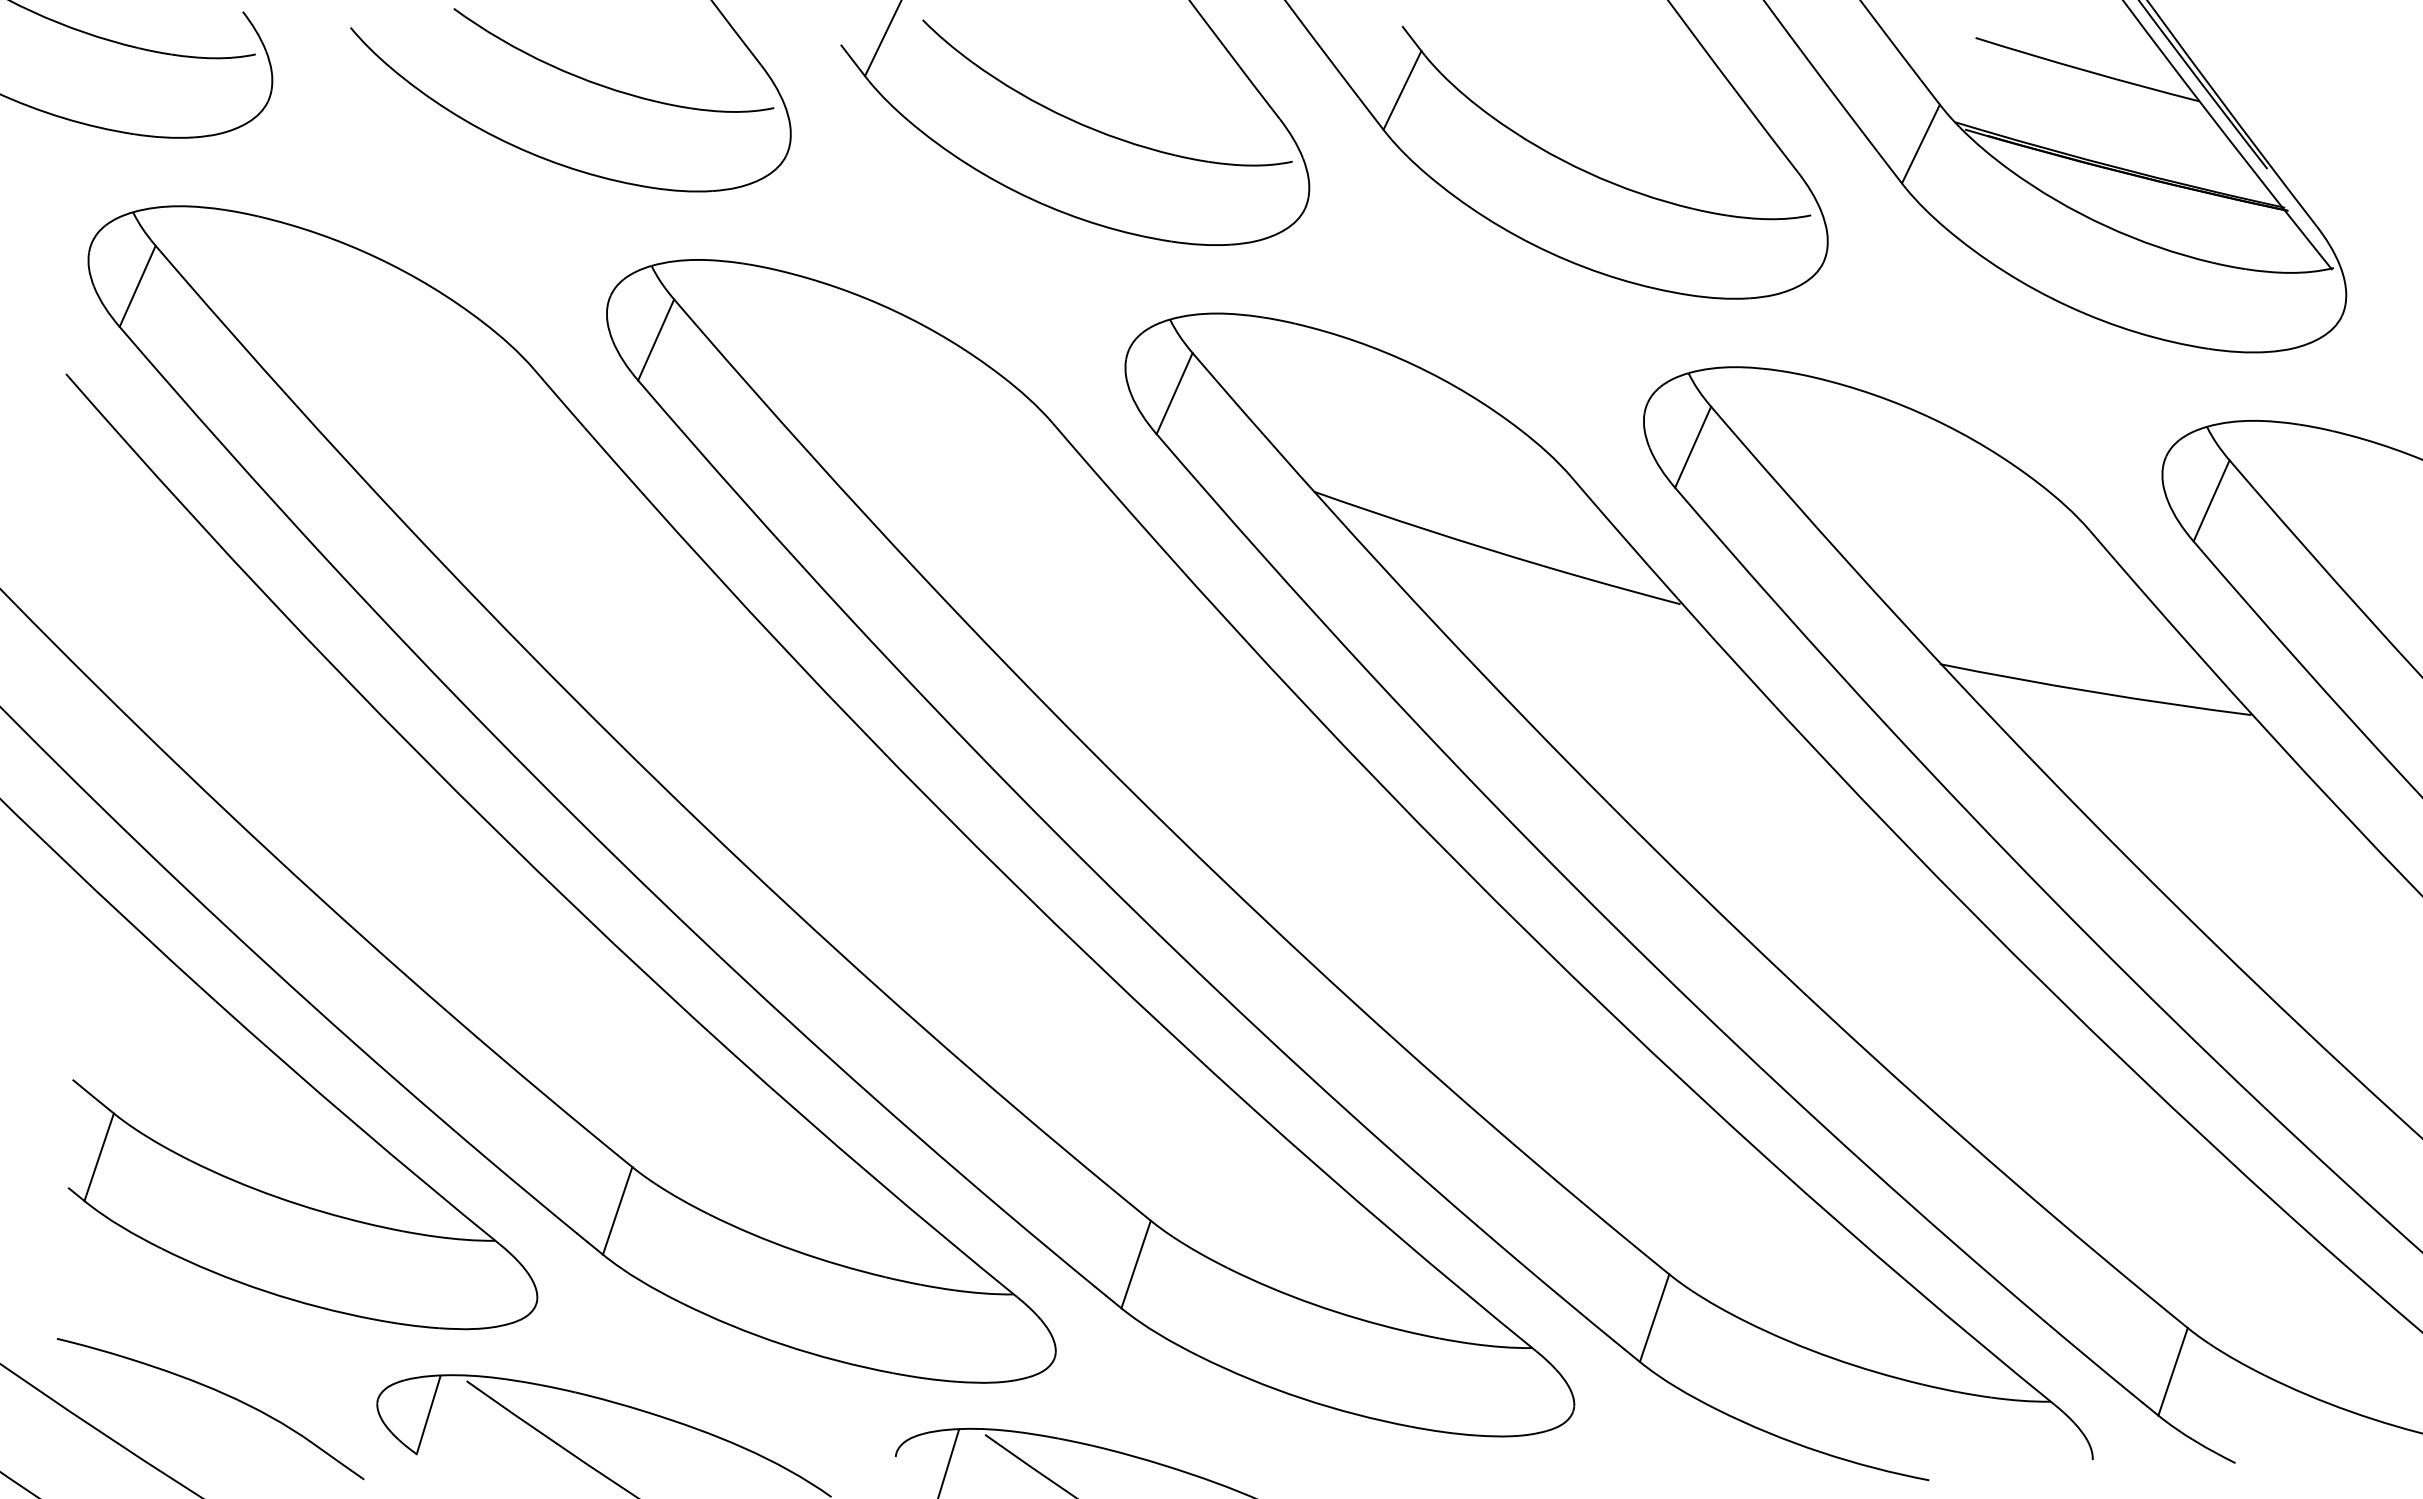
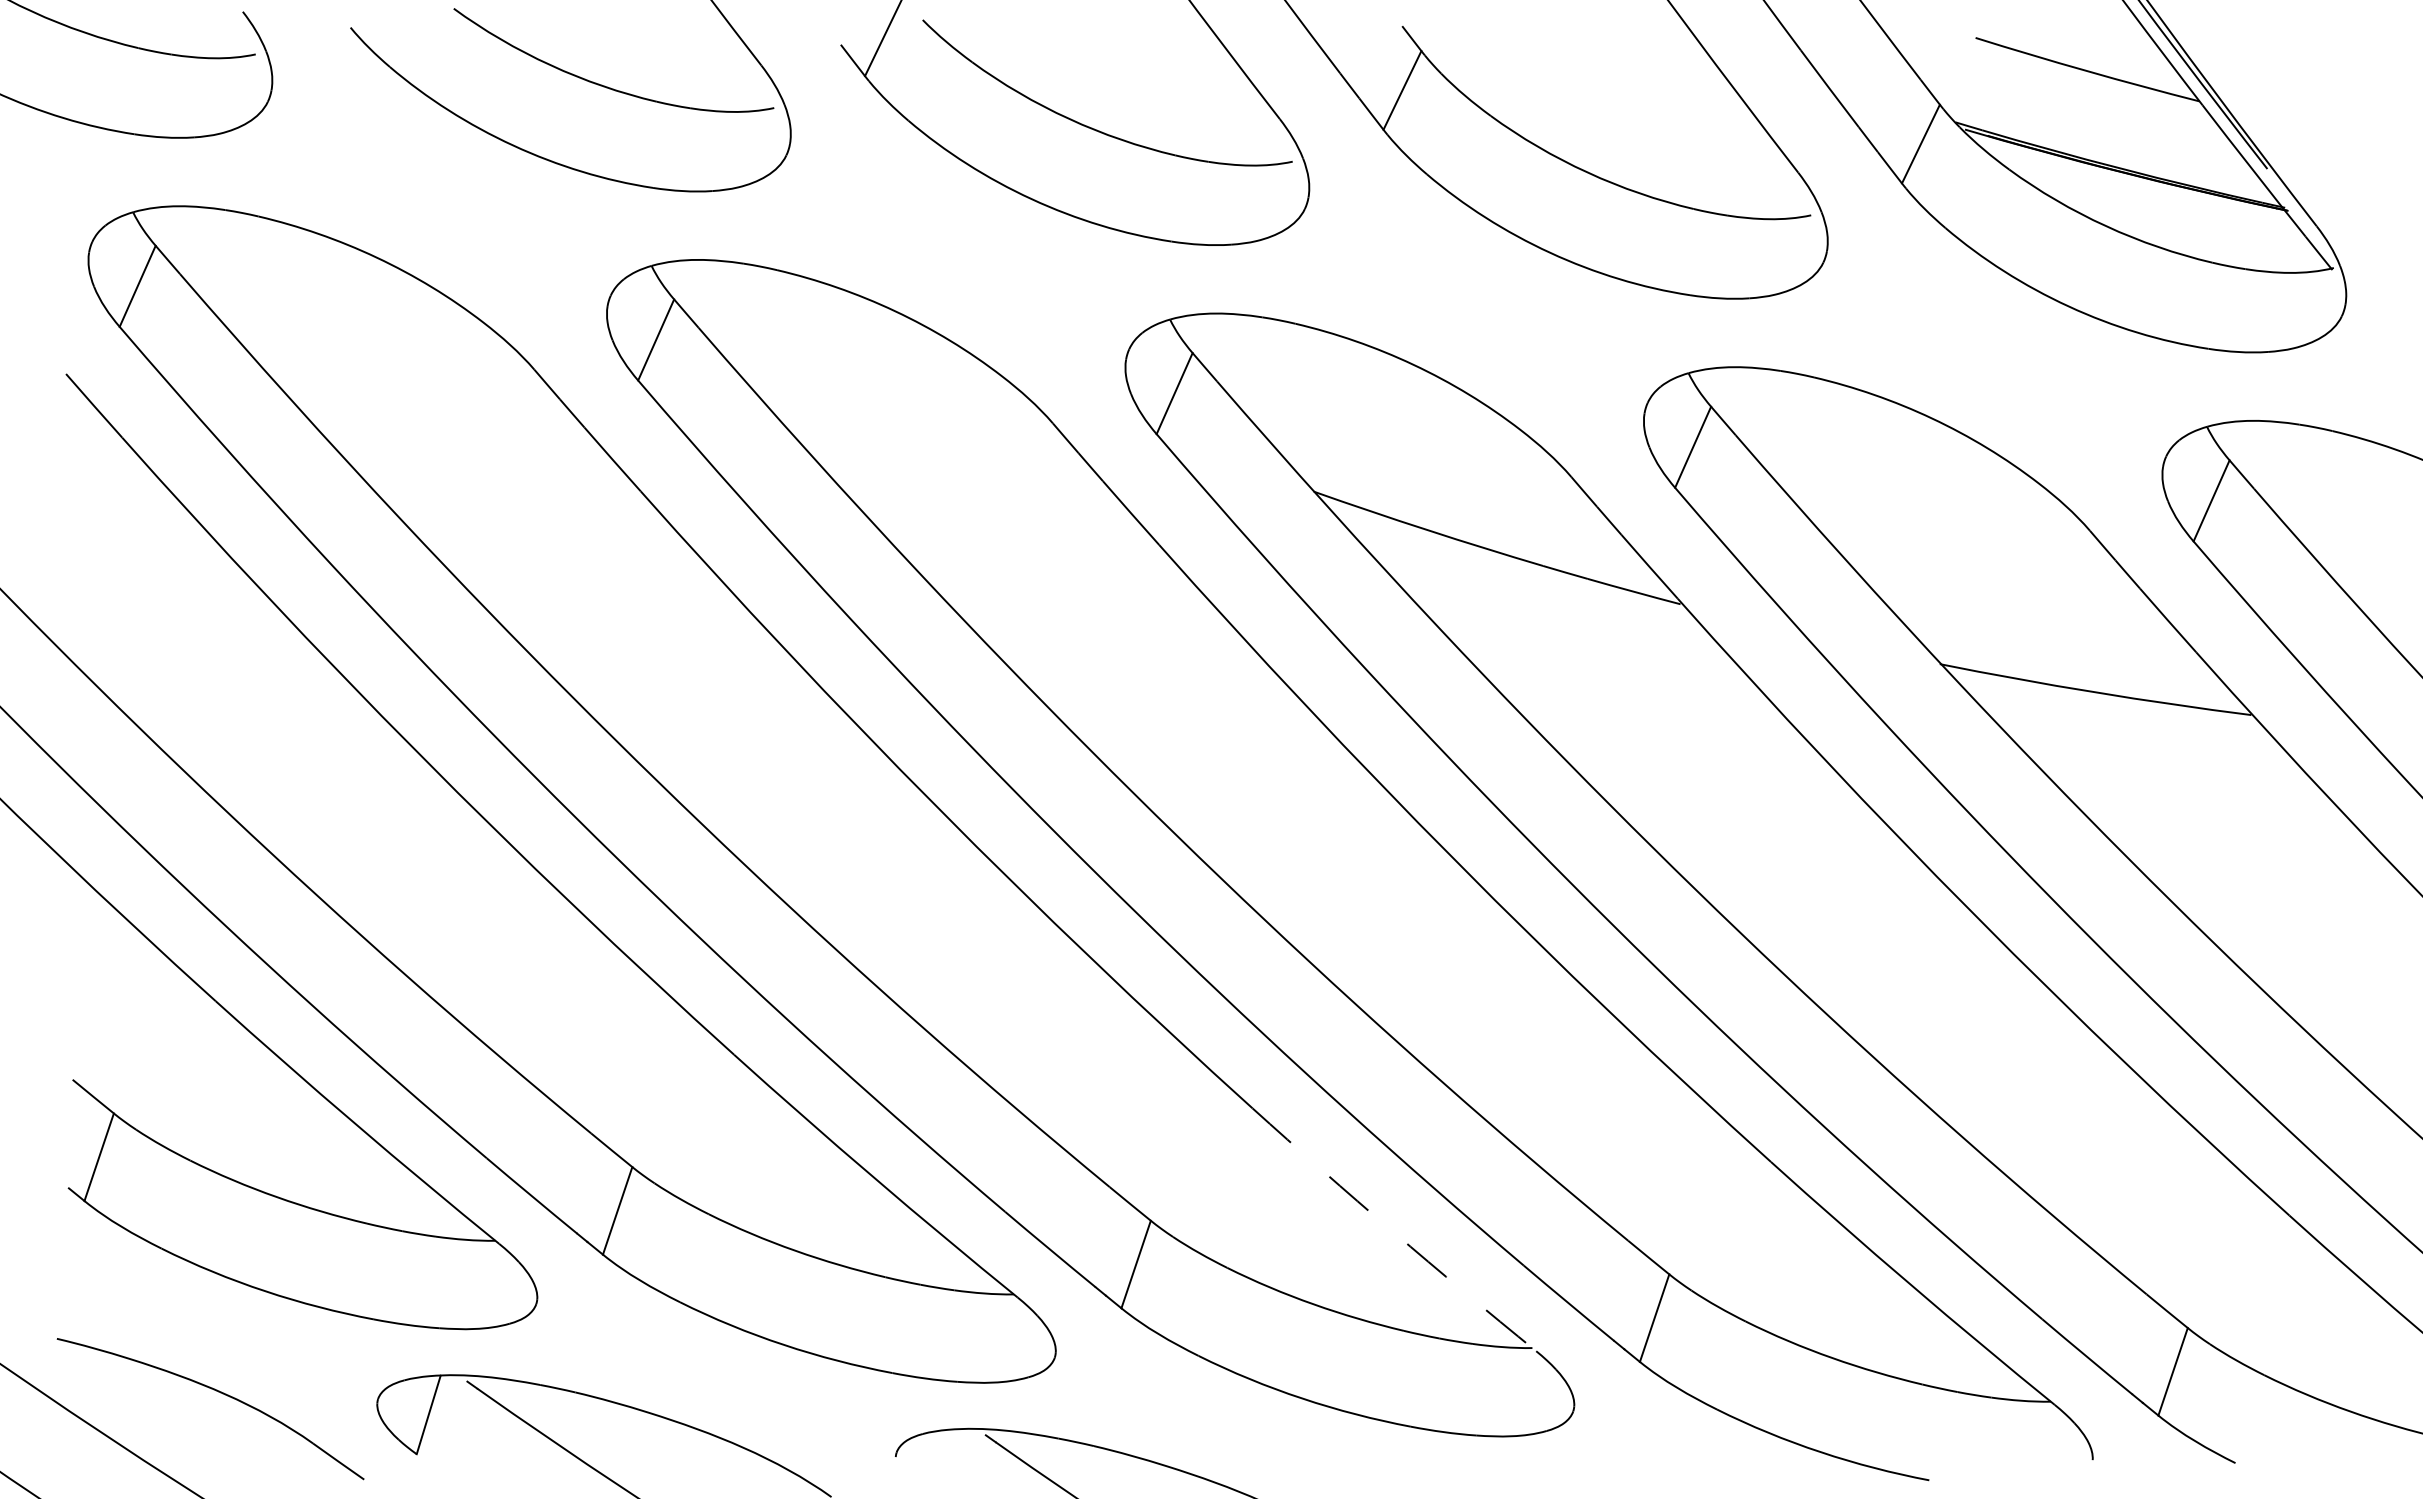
arc at (1392, 1231): solid -> dashed
line at (949, 1462): present -> none
